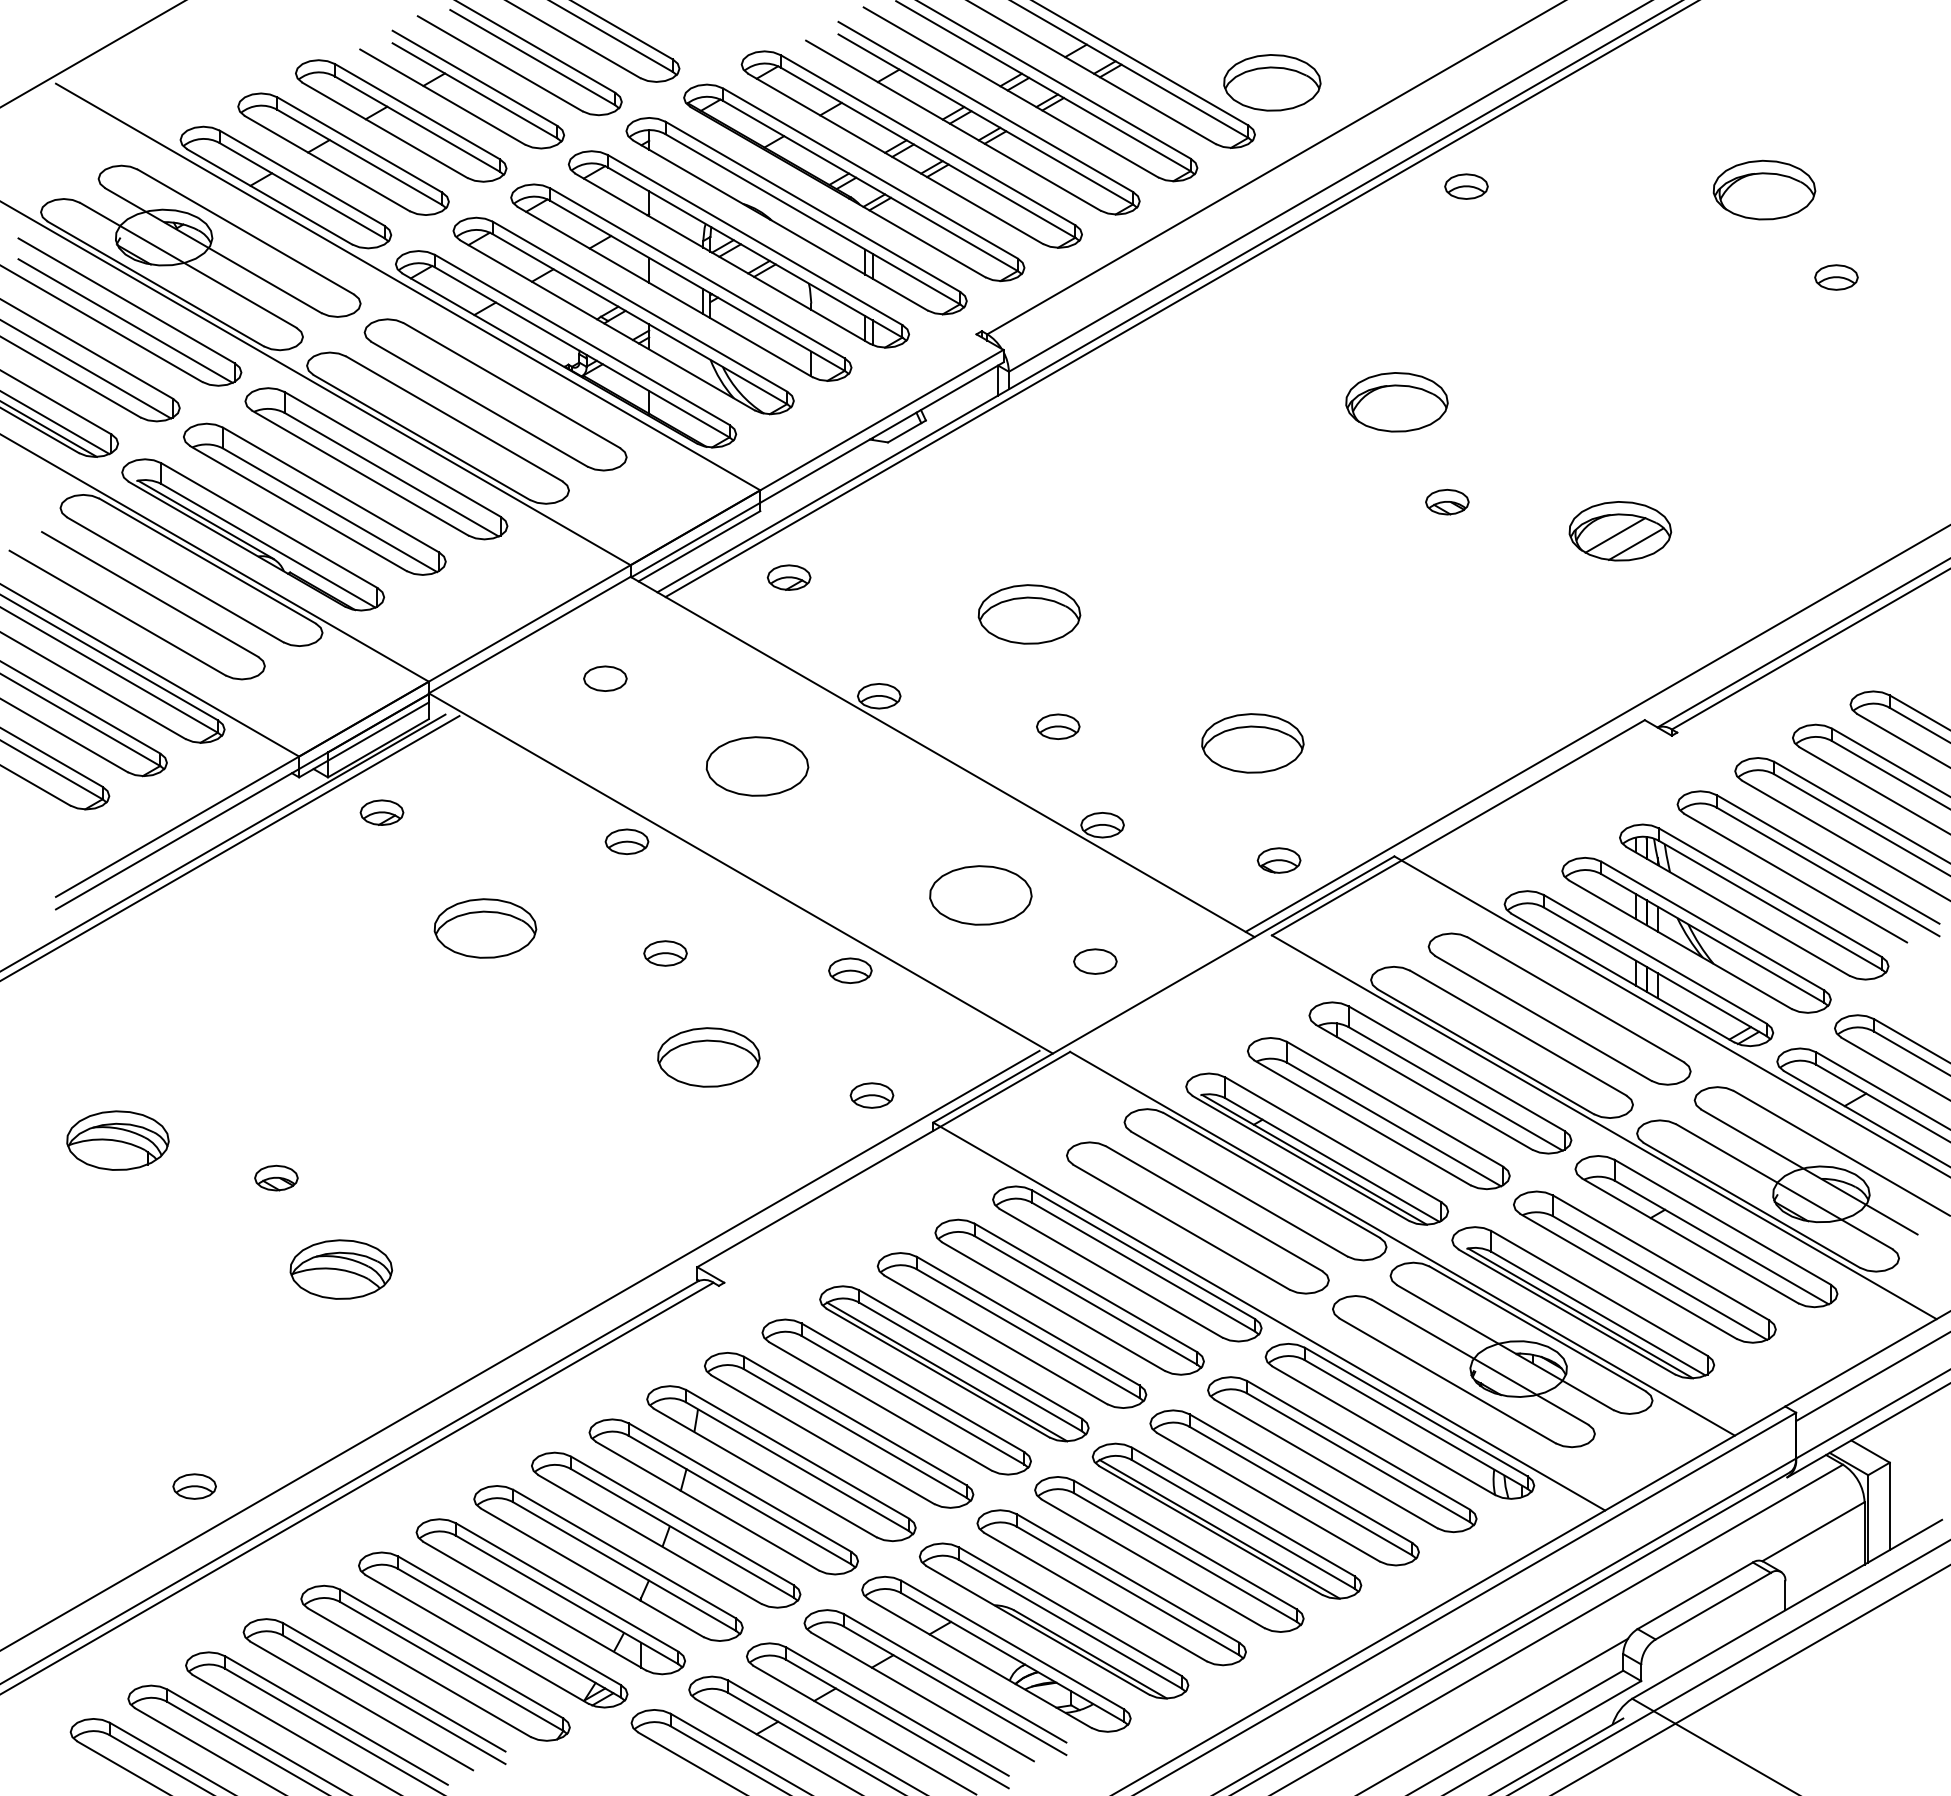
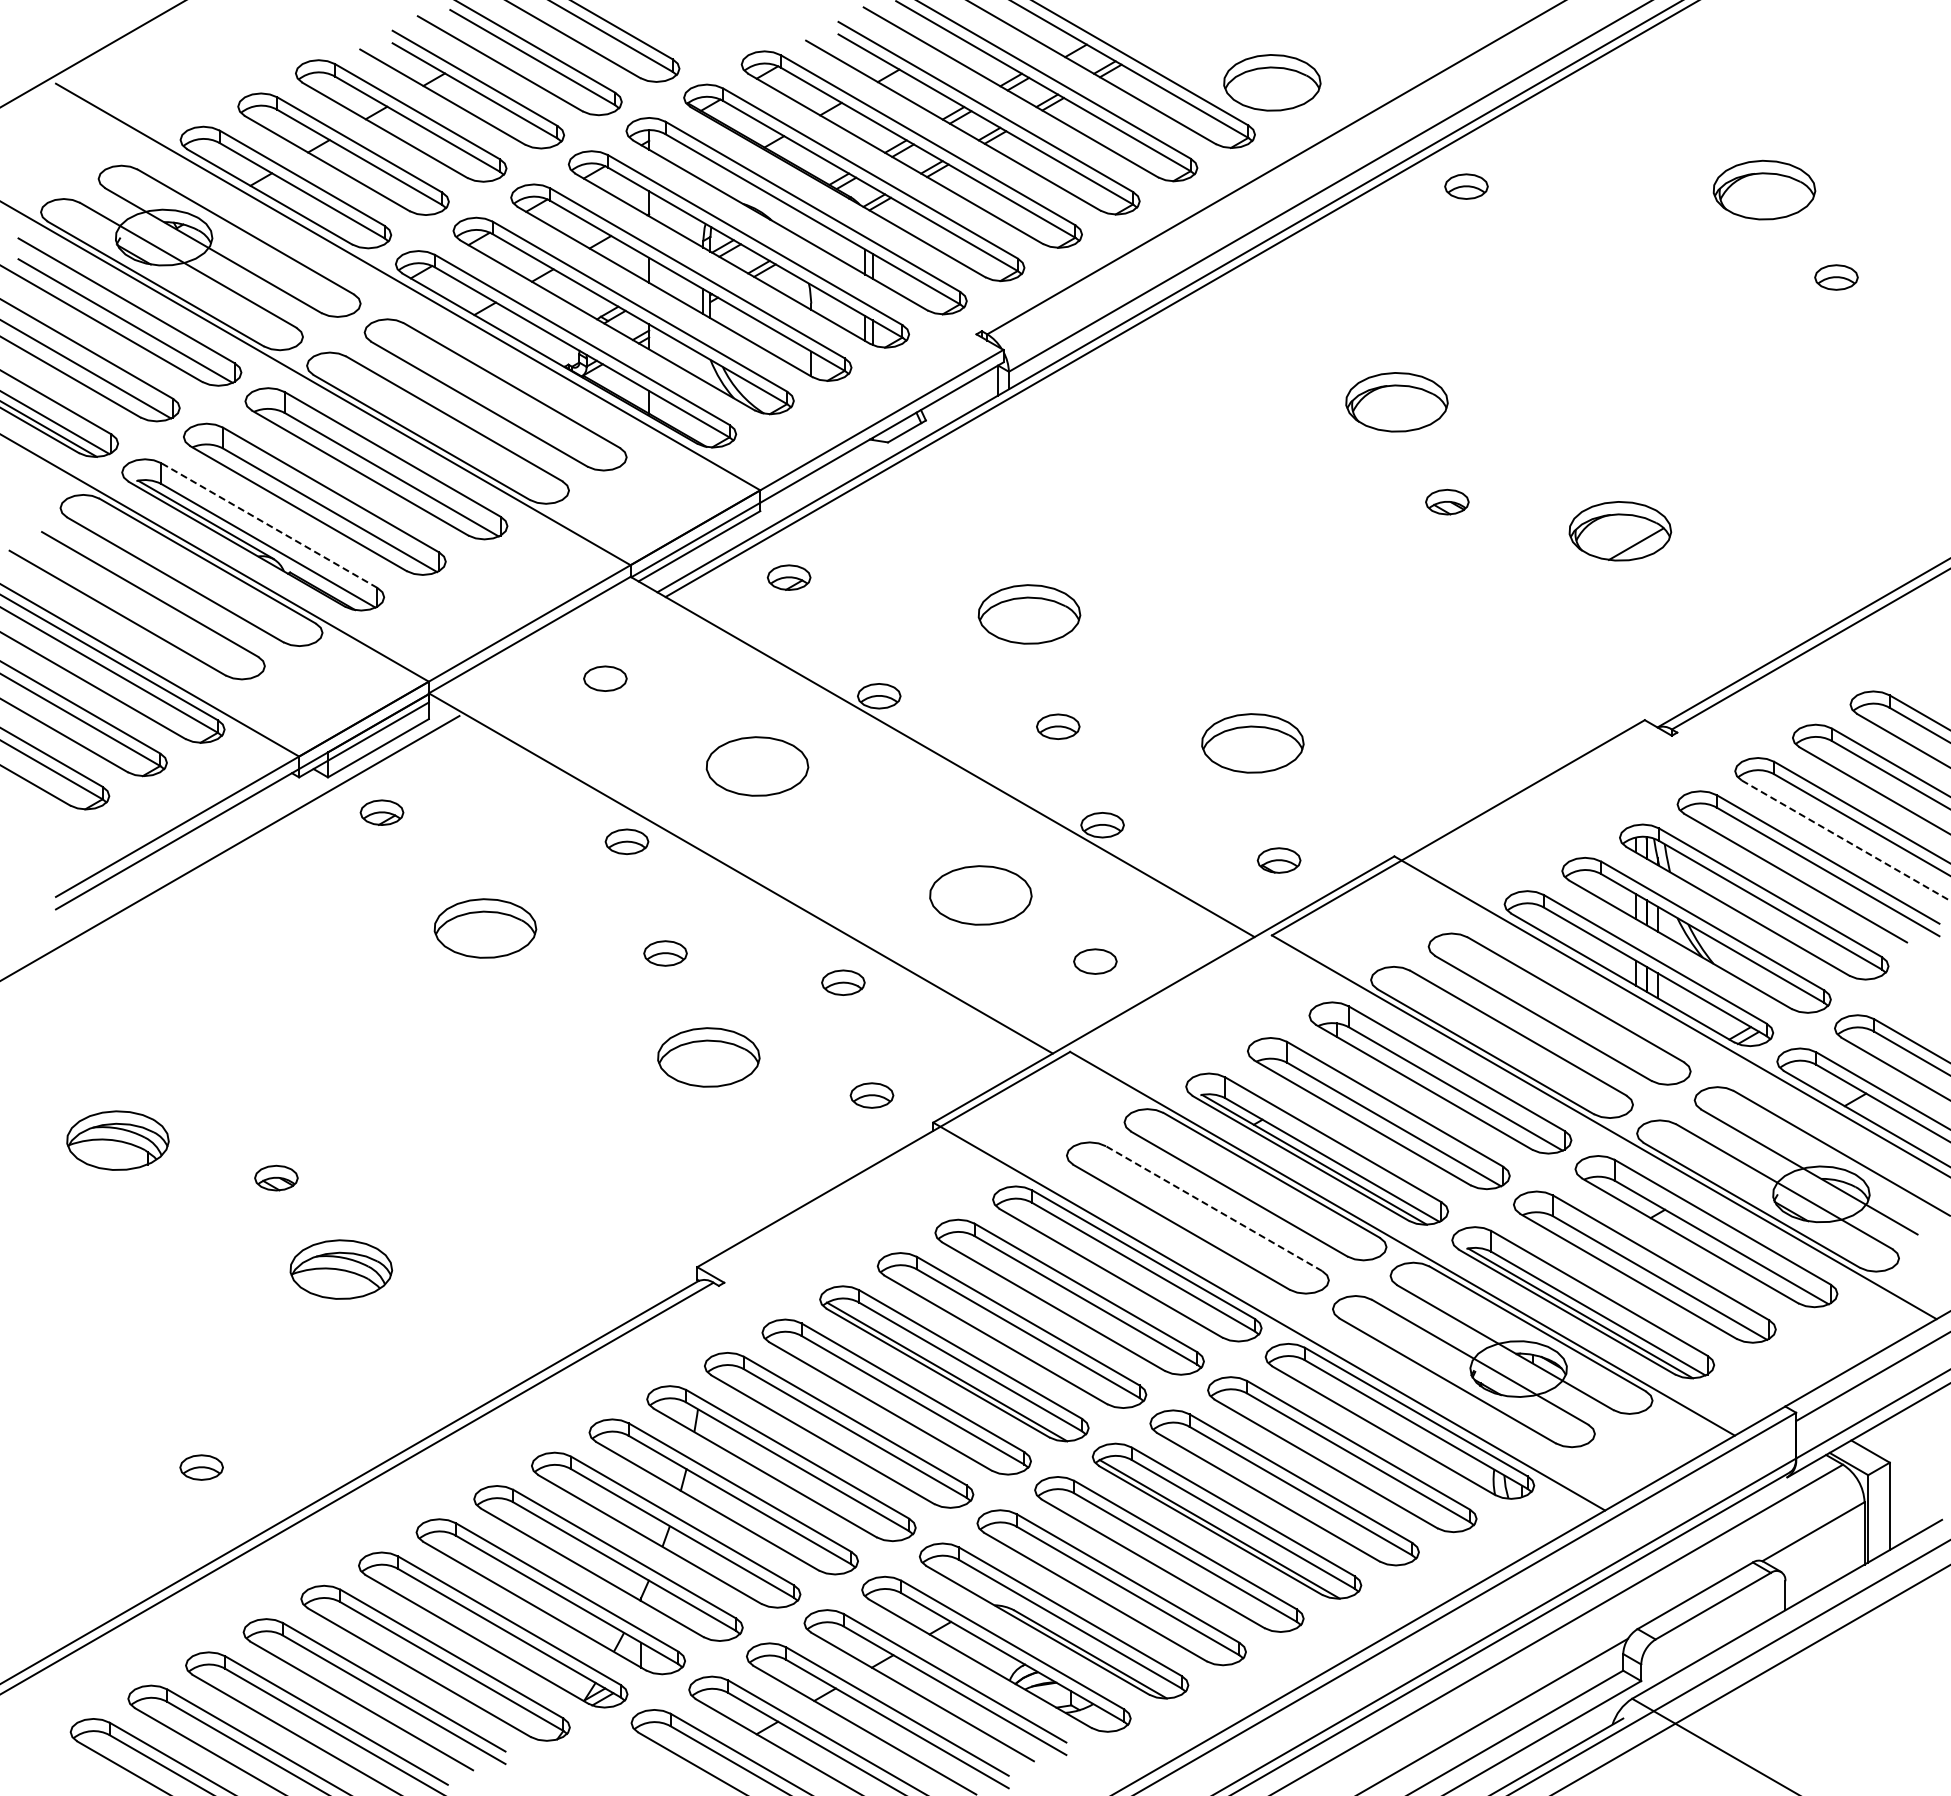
line at (269, 525): solid -> dashed
line at (1615, 535): present -> none
line at (1596, 728): present -> none
line at (1846, 840): solid -> dashed
line at (223, 842): present -> none
part at (850, 970) position: (850, 970) -> (843, 982)
line at (1214, 1208): solid -> dashed
line at (520, 1349): present -> none
part at (194, 1486) position: (194, 1486) -> (201, 1467)
